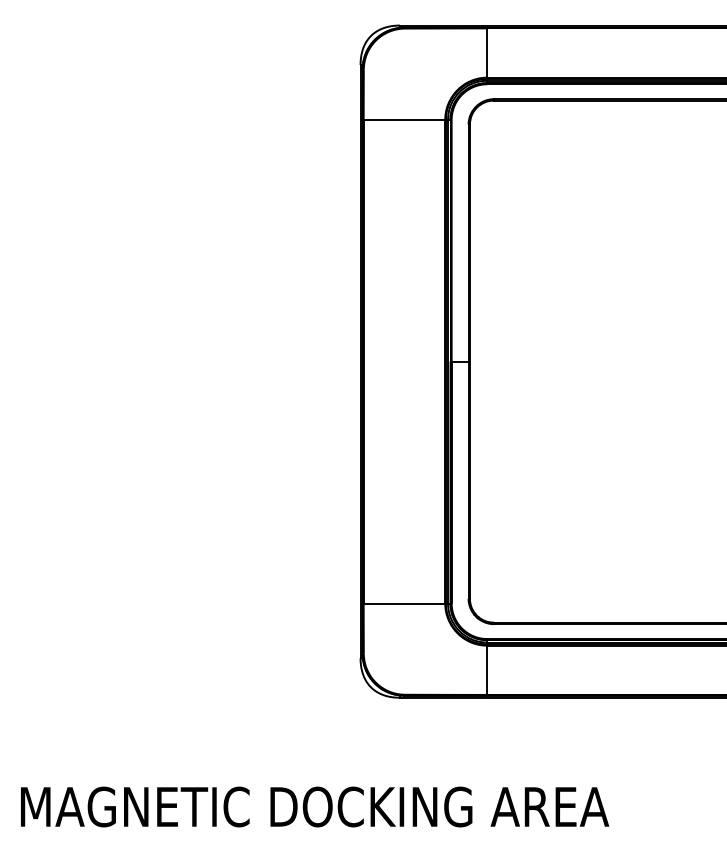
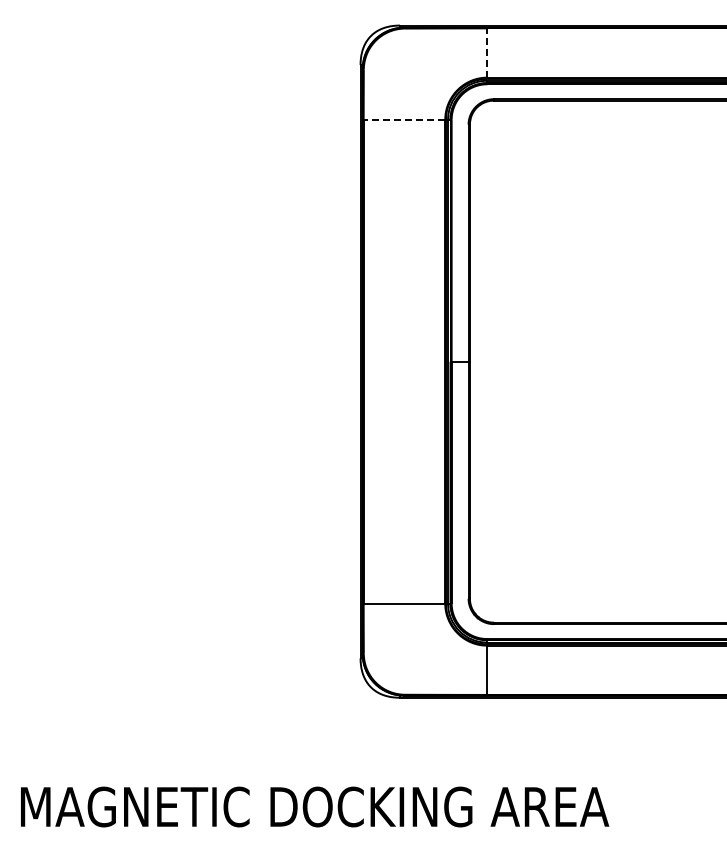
line at (486, 53): solid -> dashed
line at (404, 119): solid -> dashed
